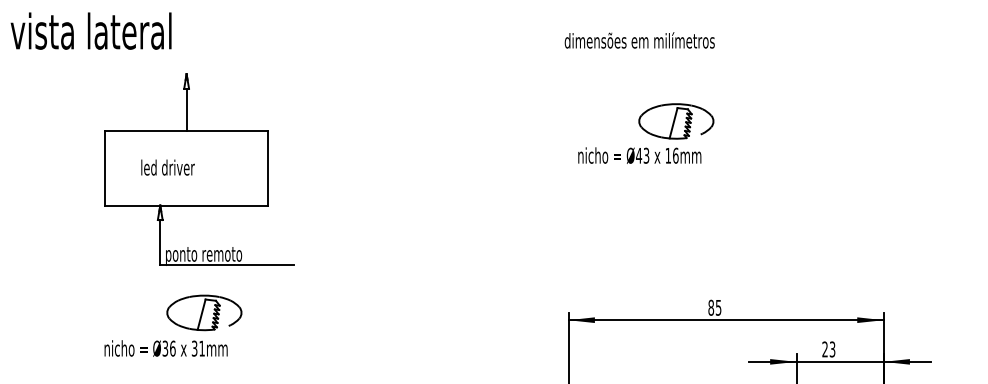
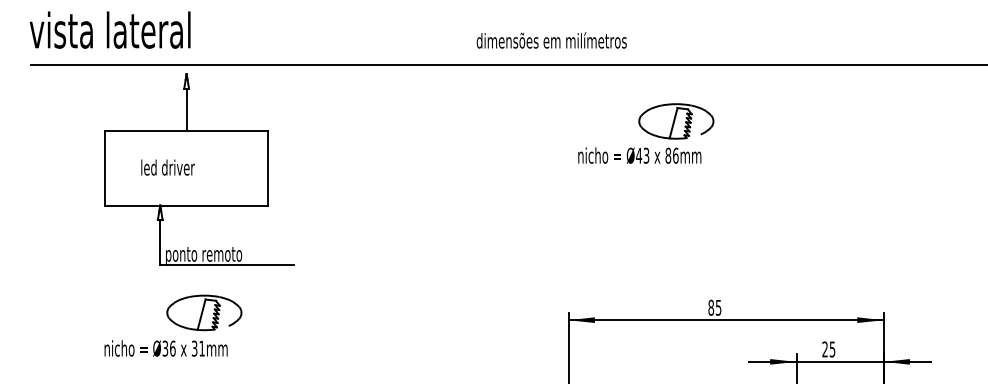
text at (90, 30) position: (90, 30) -> (109, 29)
text at (639, 40) position: (639, 40) -> (551, 40)
line at (507, 65): none -> present
text at (668, 155): 16mm -> 86mm
text at (832, 348): 23 -> 25
